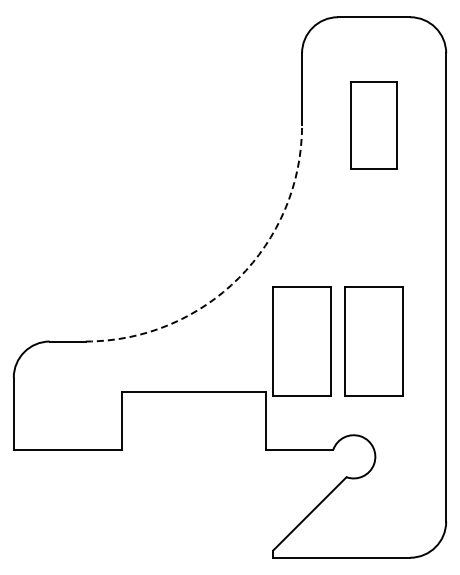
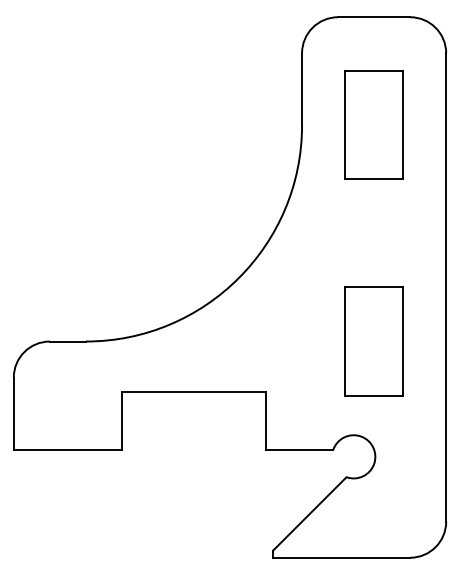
part at (373, 125) size: 48x89 px -> 60x110 px
arc at (238, 278): dashed -> solid
part at (301, 341): present -> none
